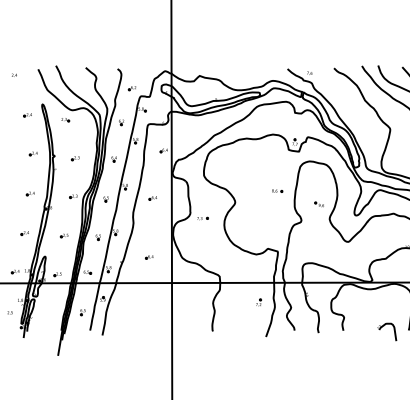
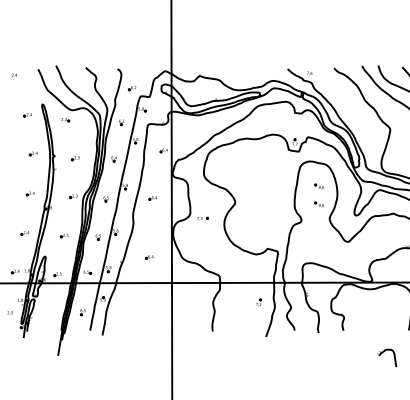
part at (318, 186): none -> present
part at (277, 190): present -> none
part at (387, 331) position: (387, 331) -> (387, 357)
